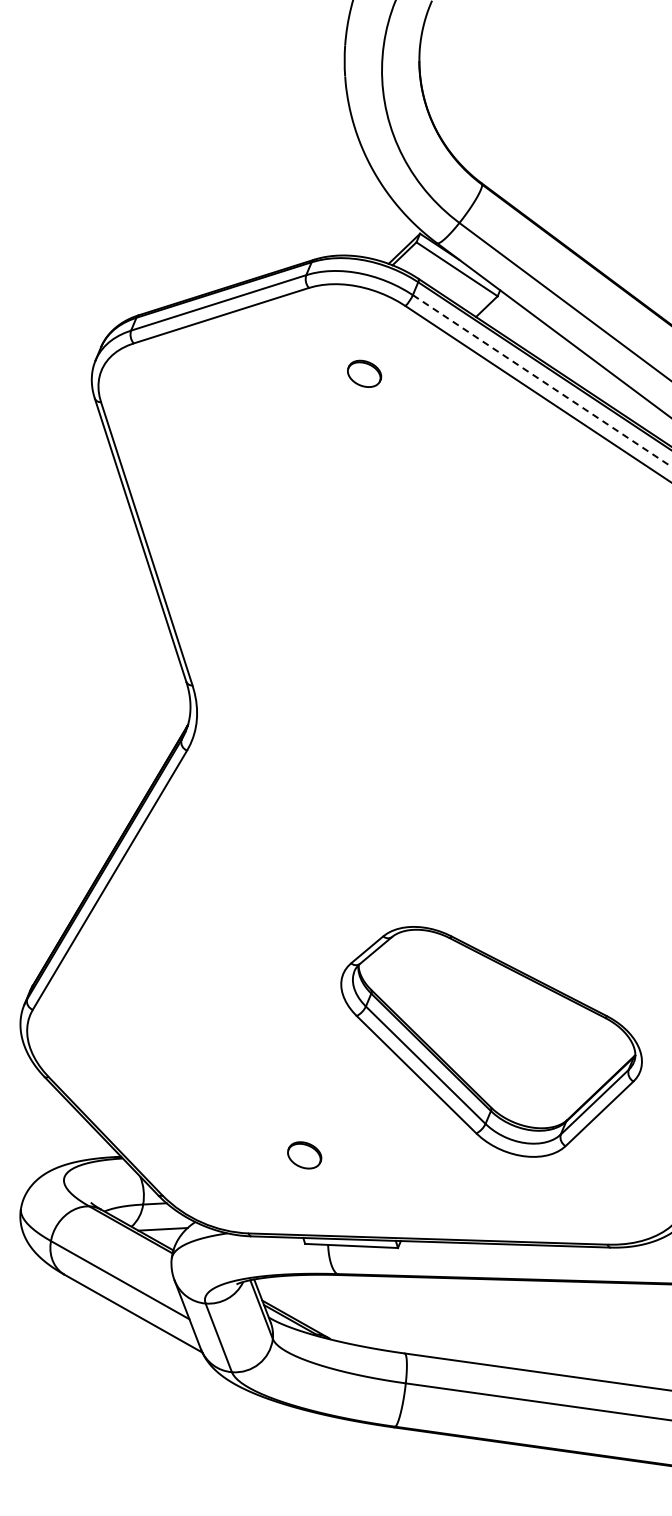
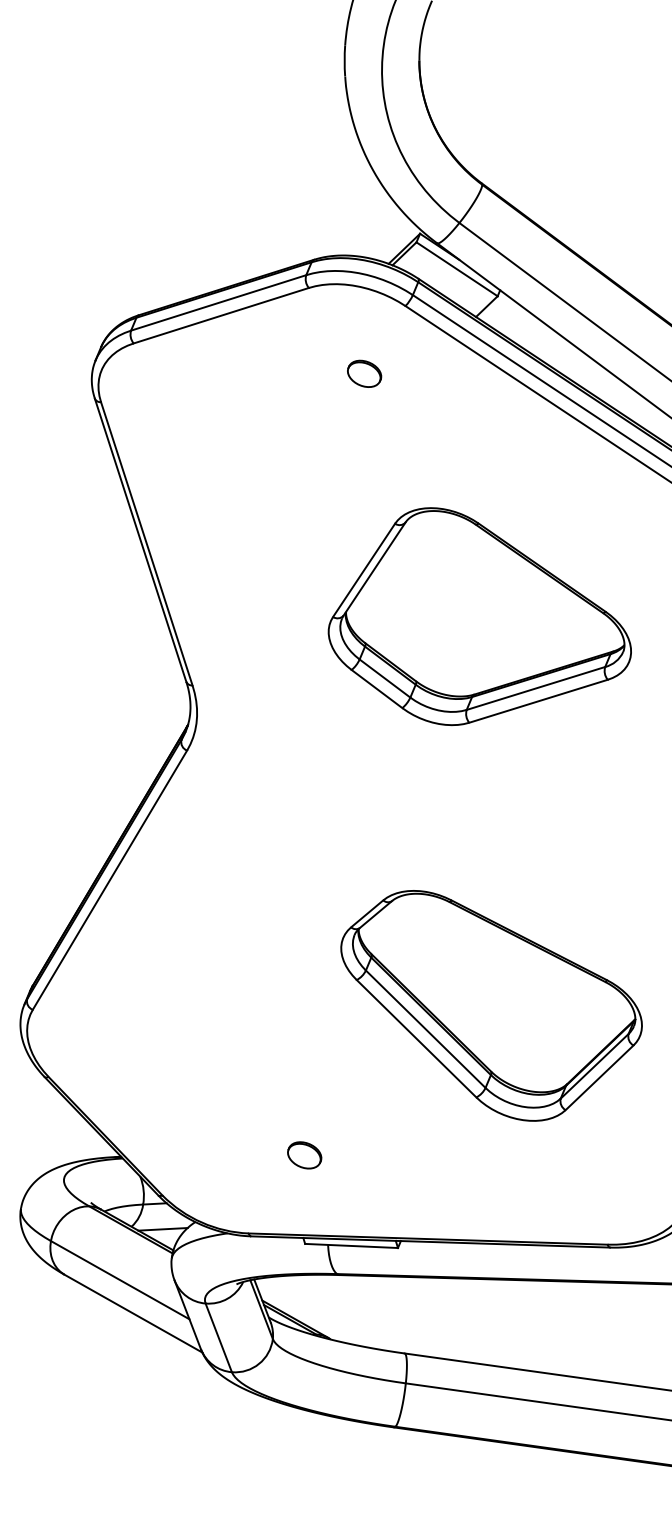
line at (542, 381): dashed -> solid
part at (479, 616): none -> present
part at (491, 1041) position: (491, 1041) -> (491, 1005)
